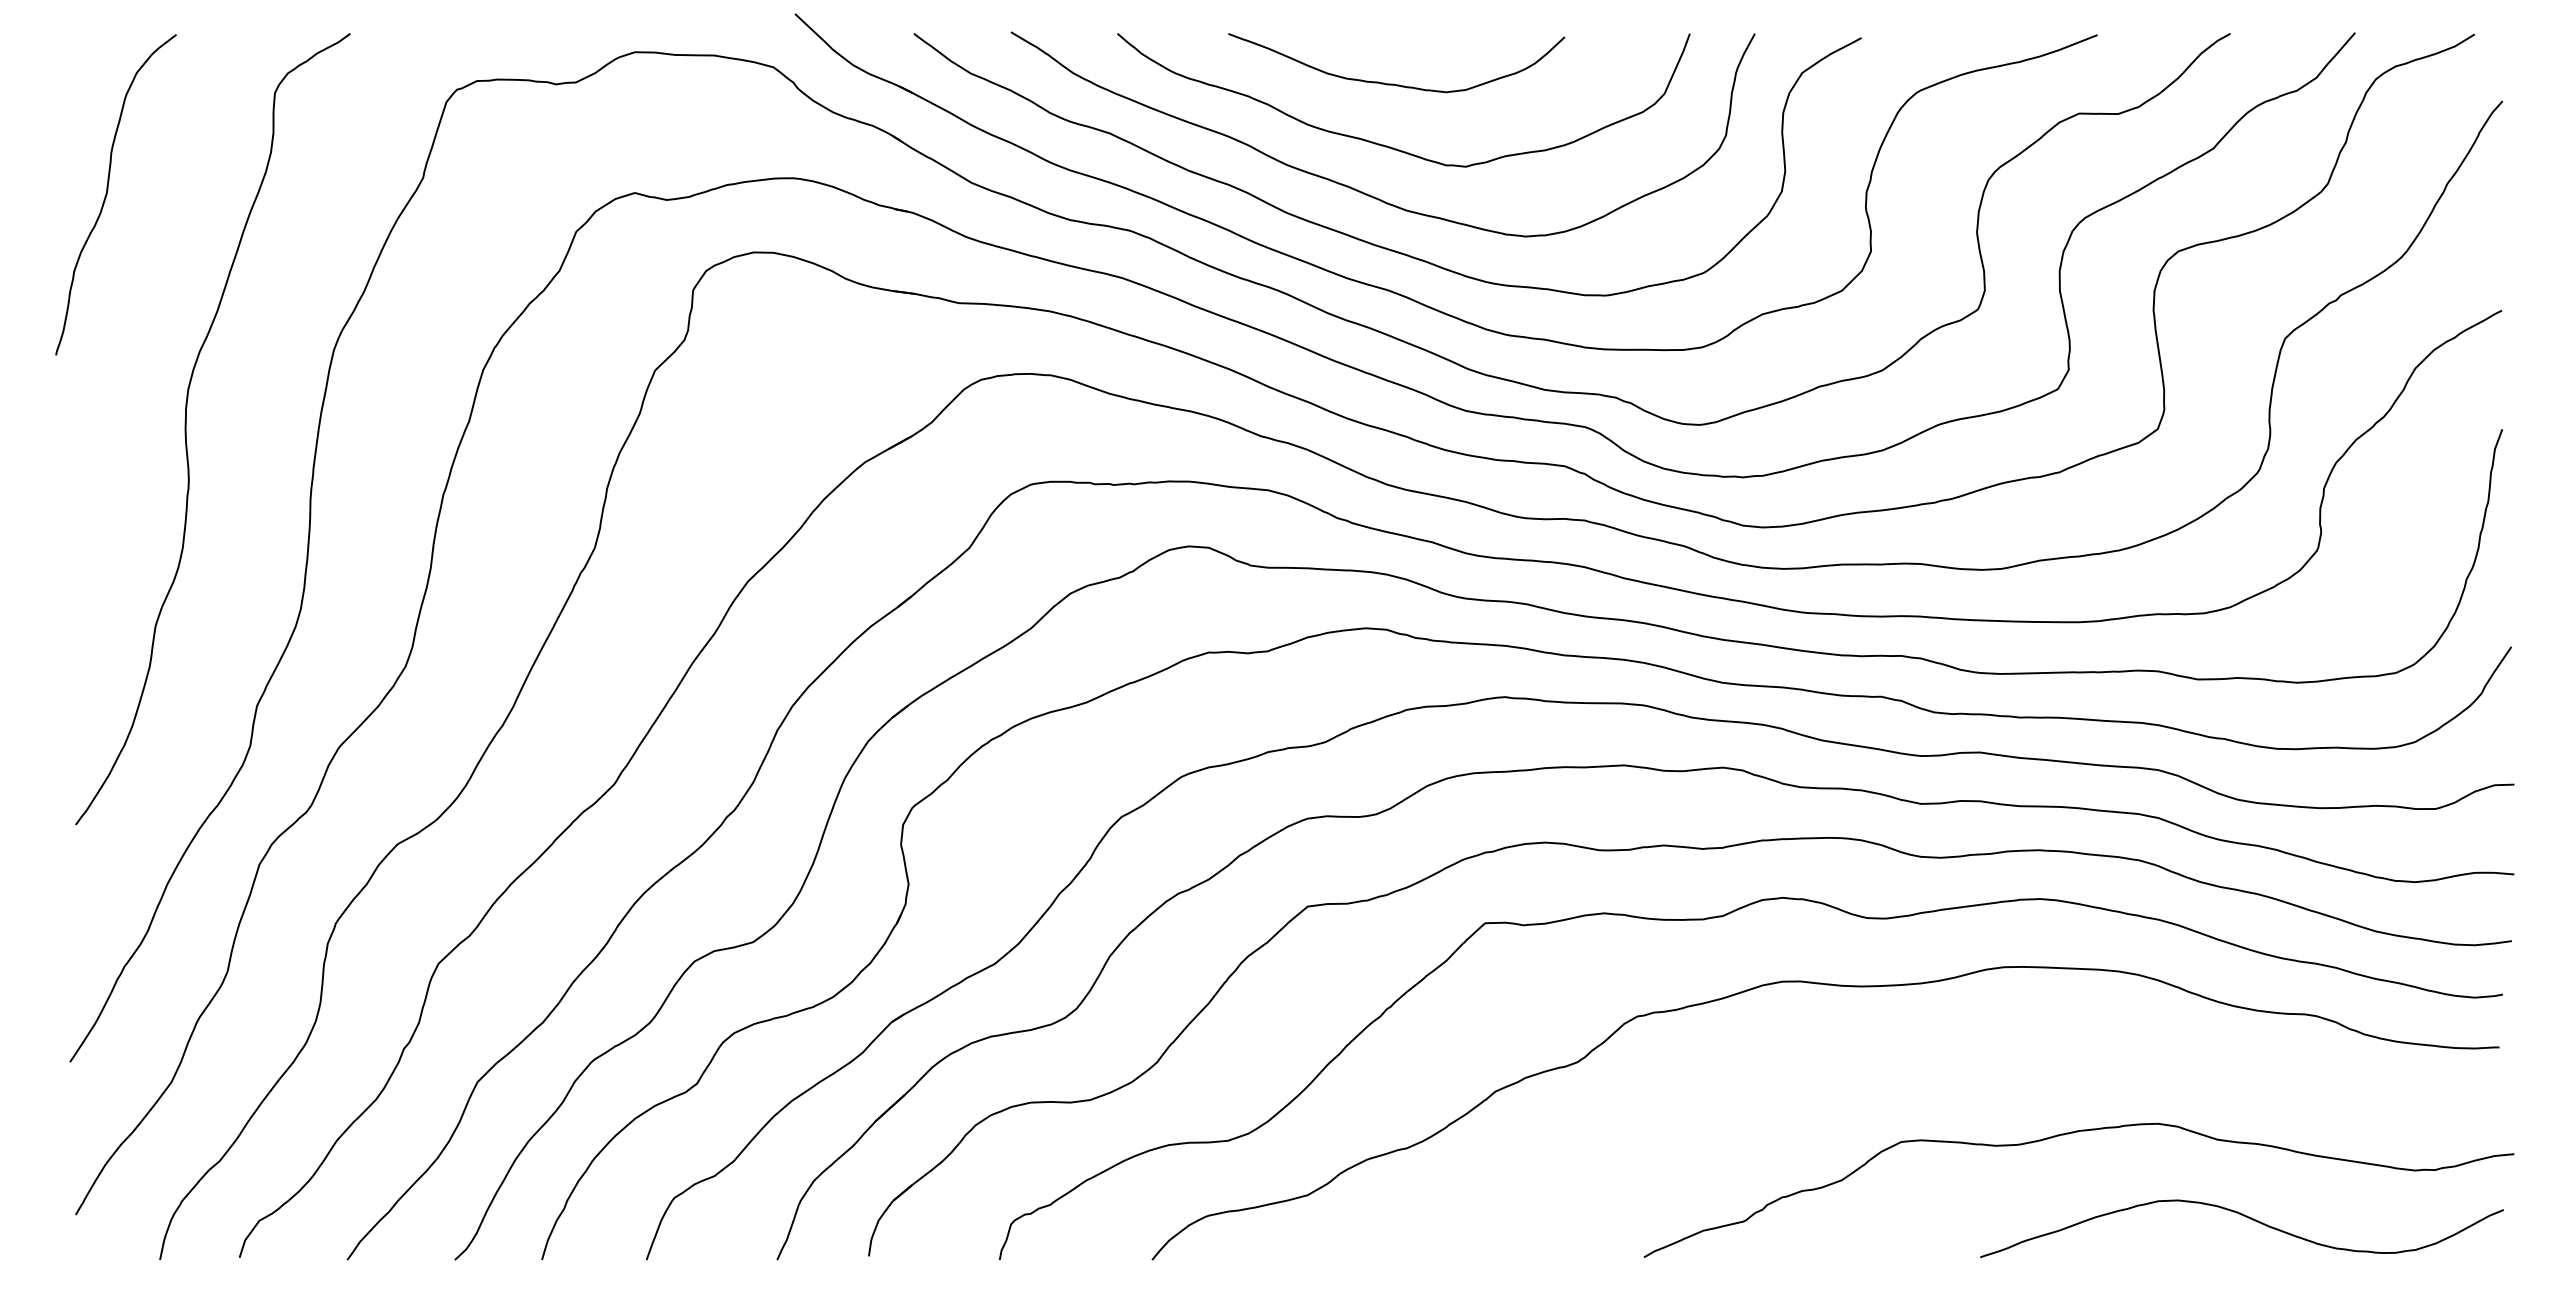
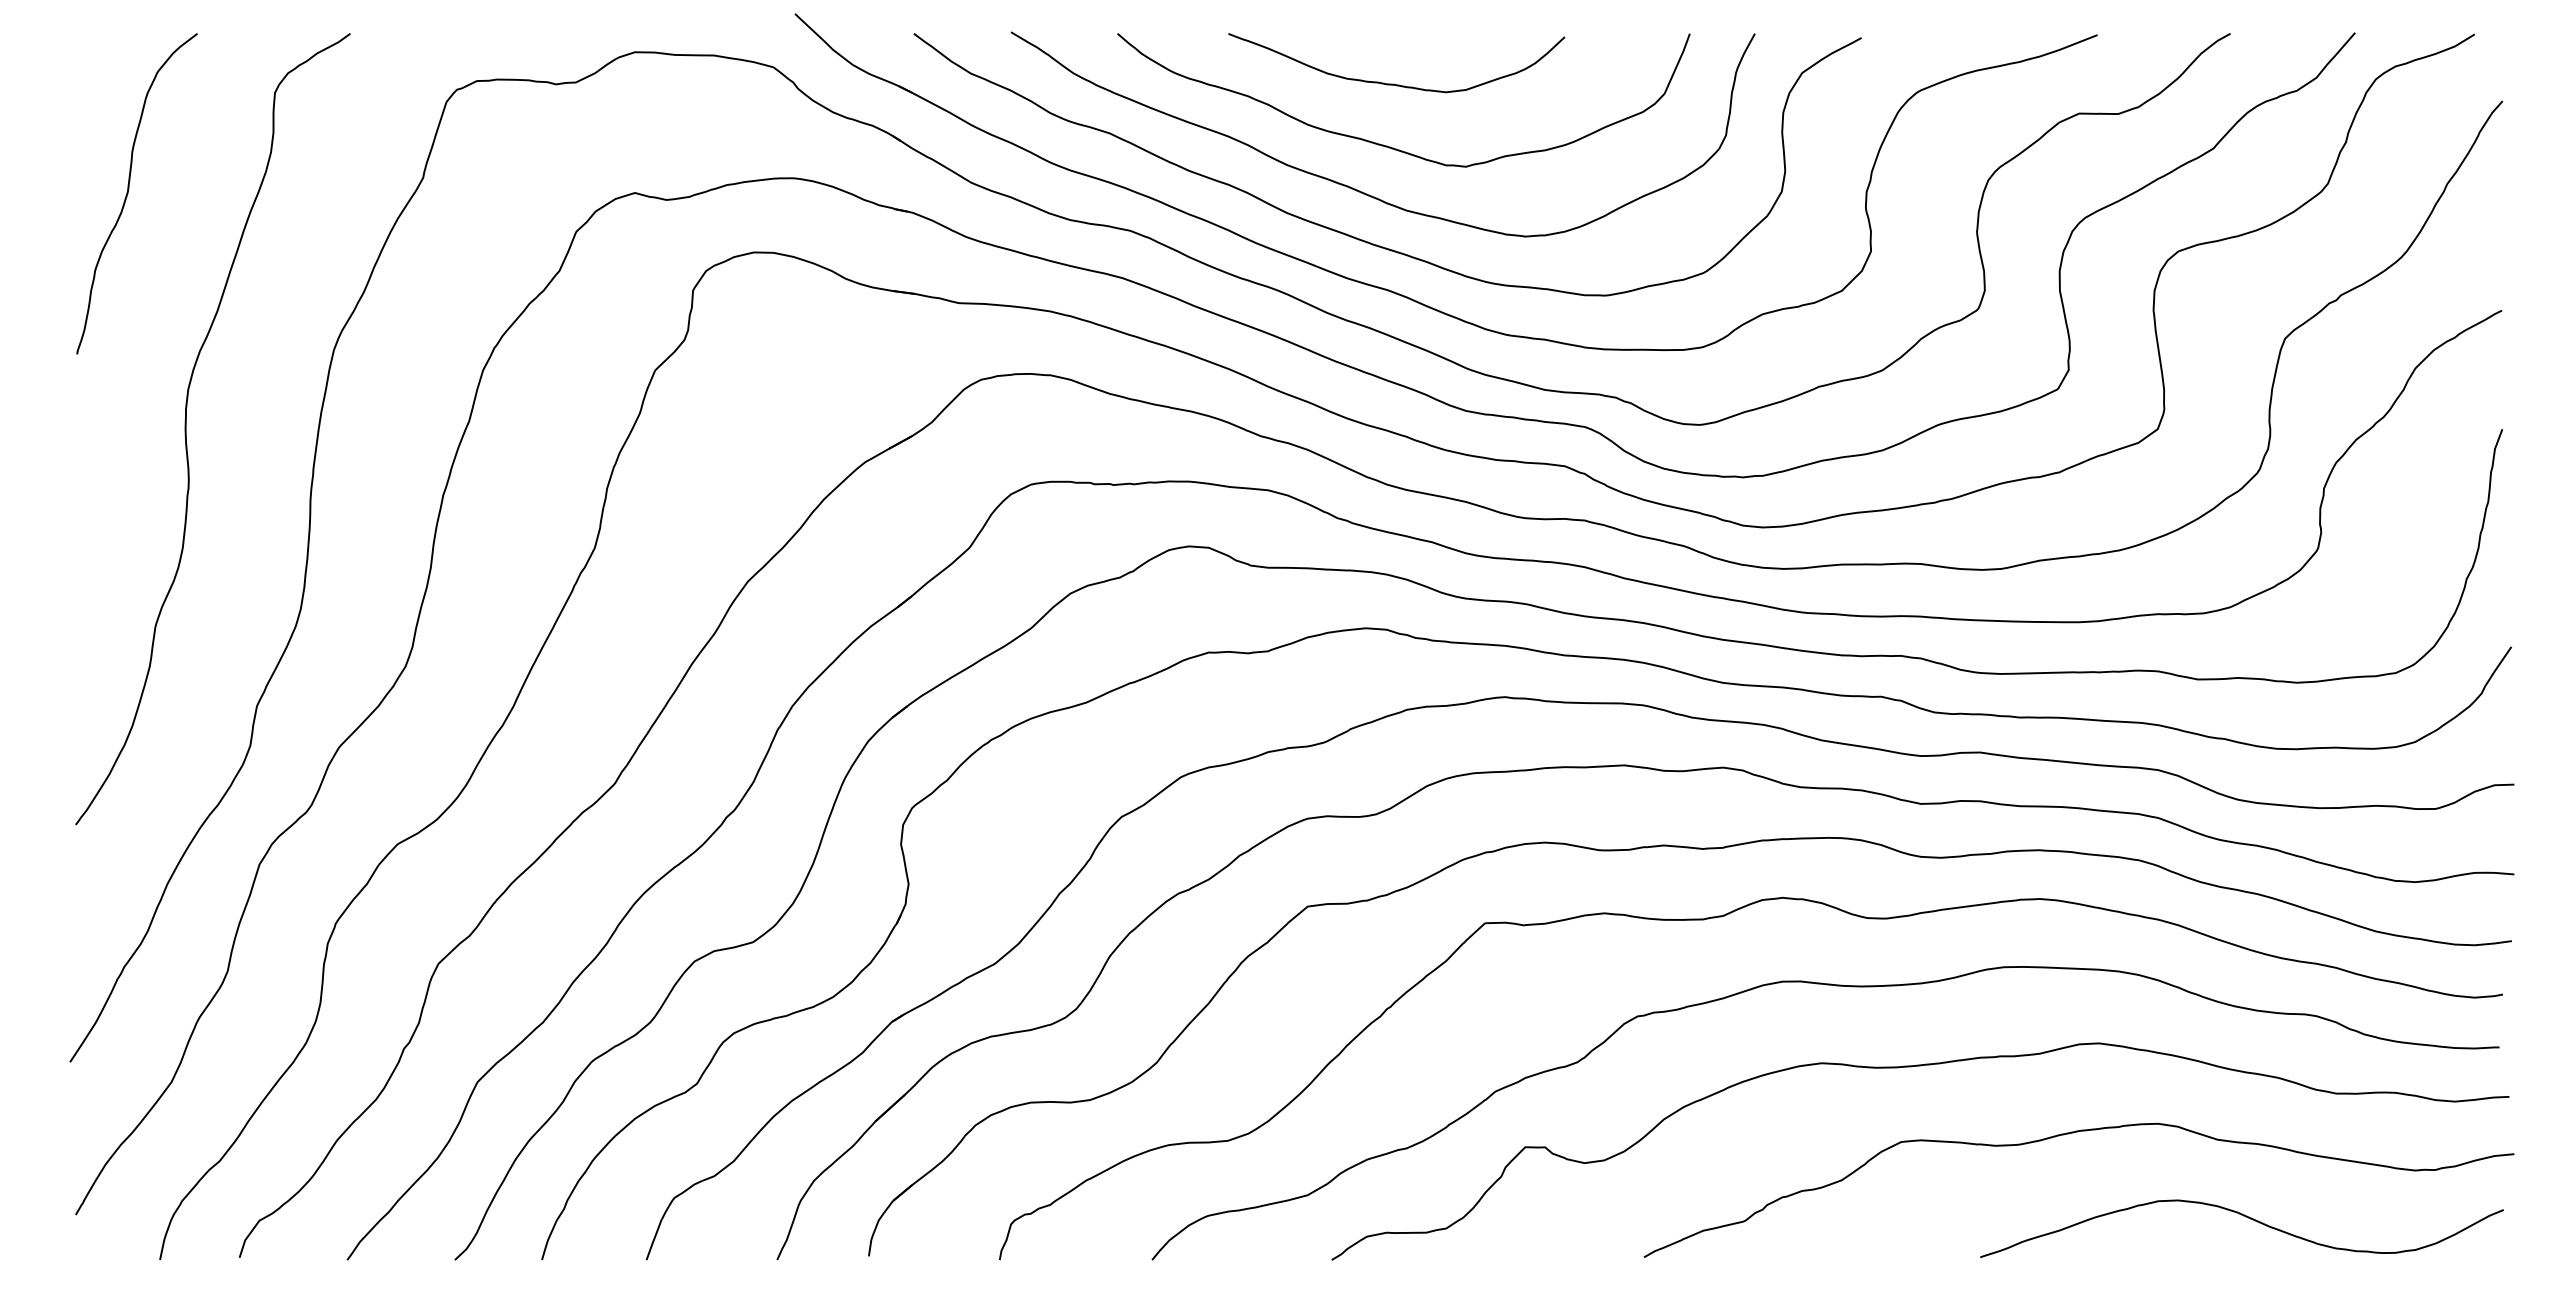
curve at (107, 194) position: (107, 194) -> (128, 193)
curve at (1911, 1067): none -> present
